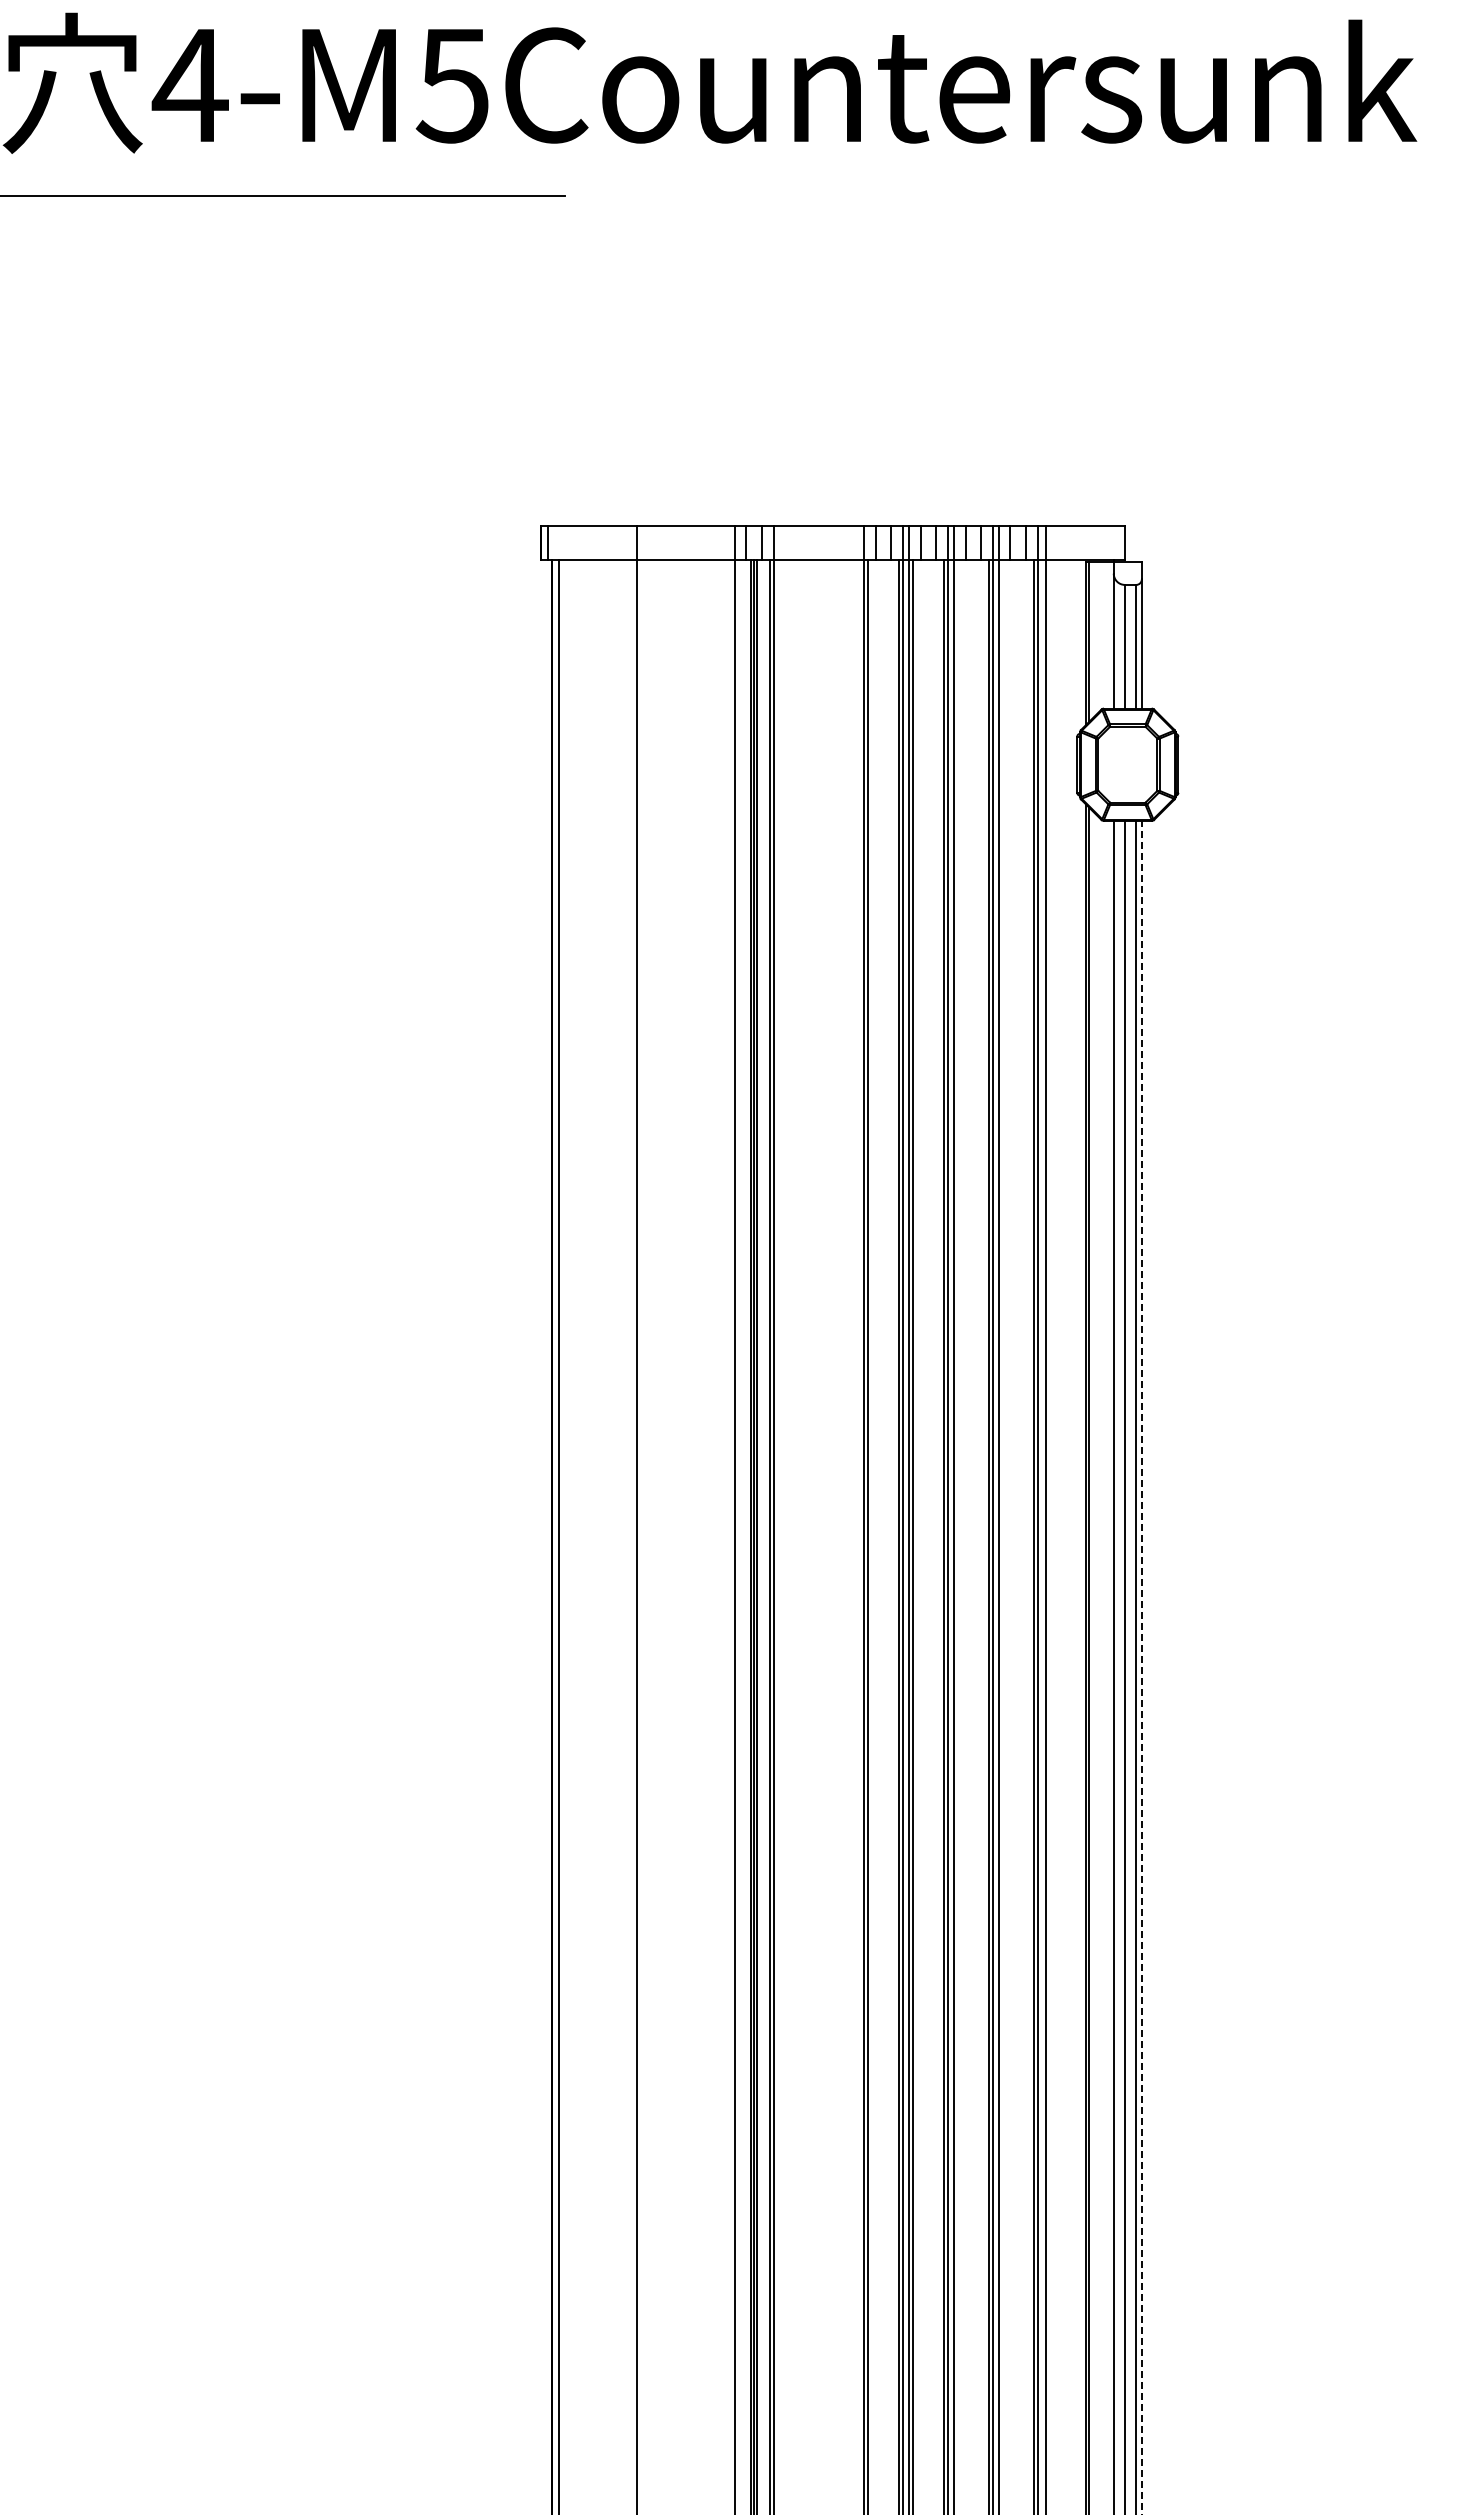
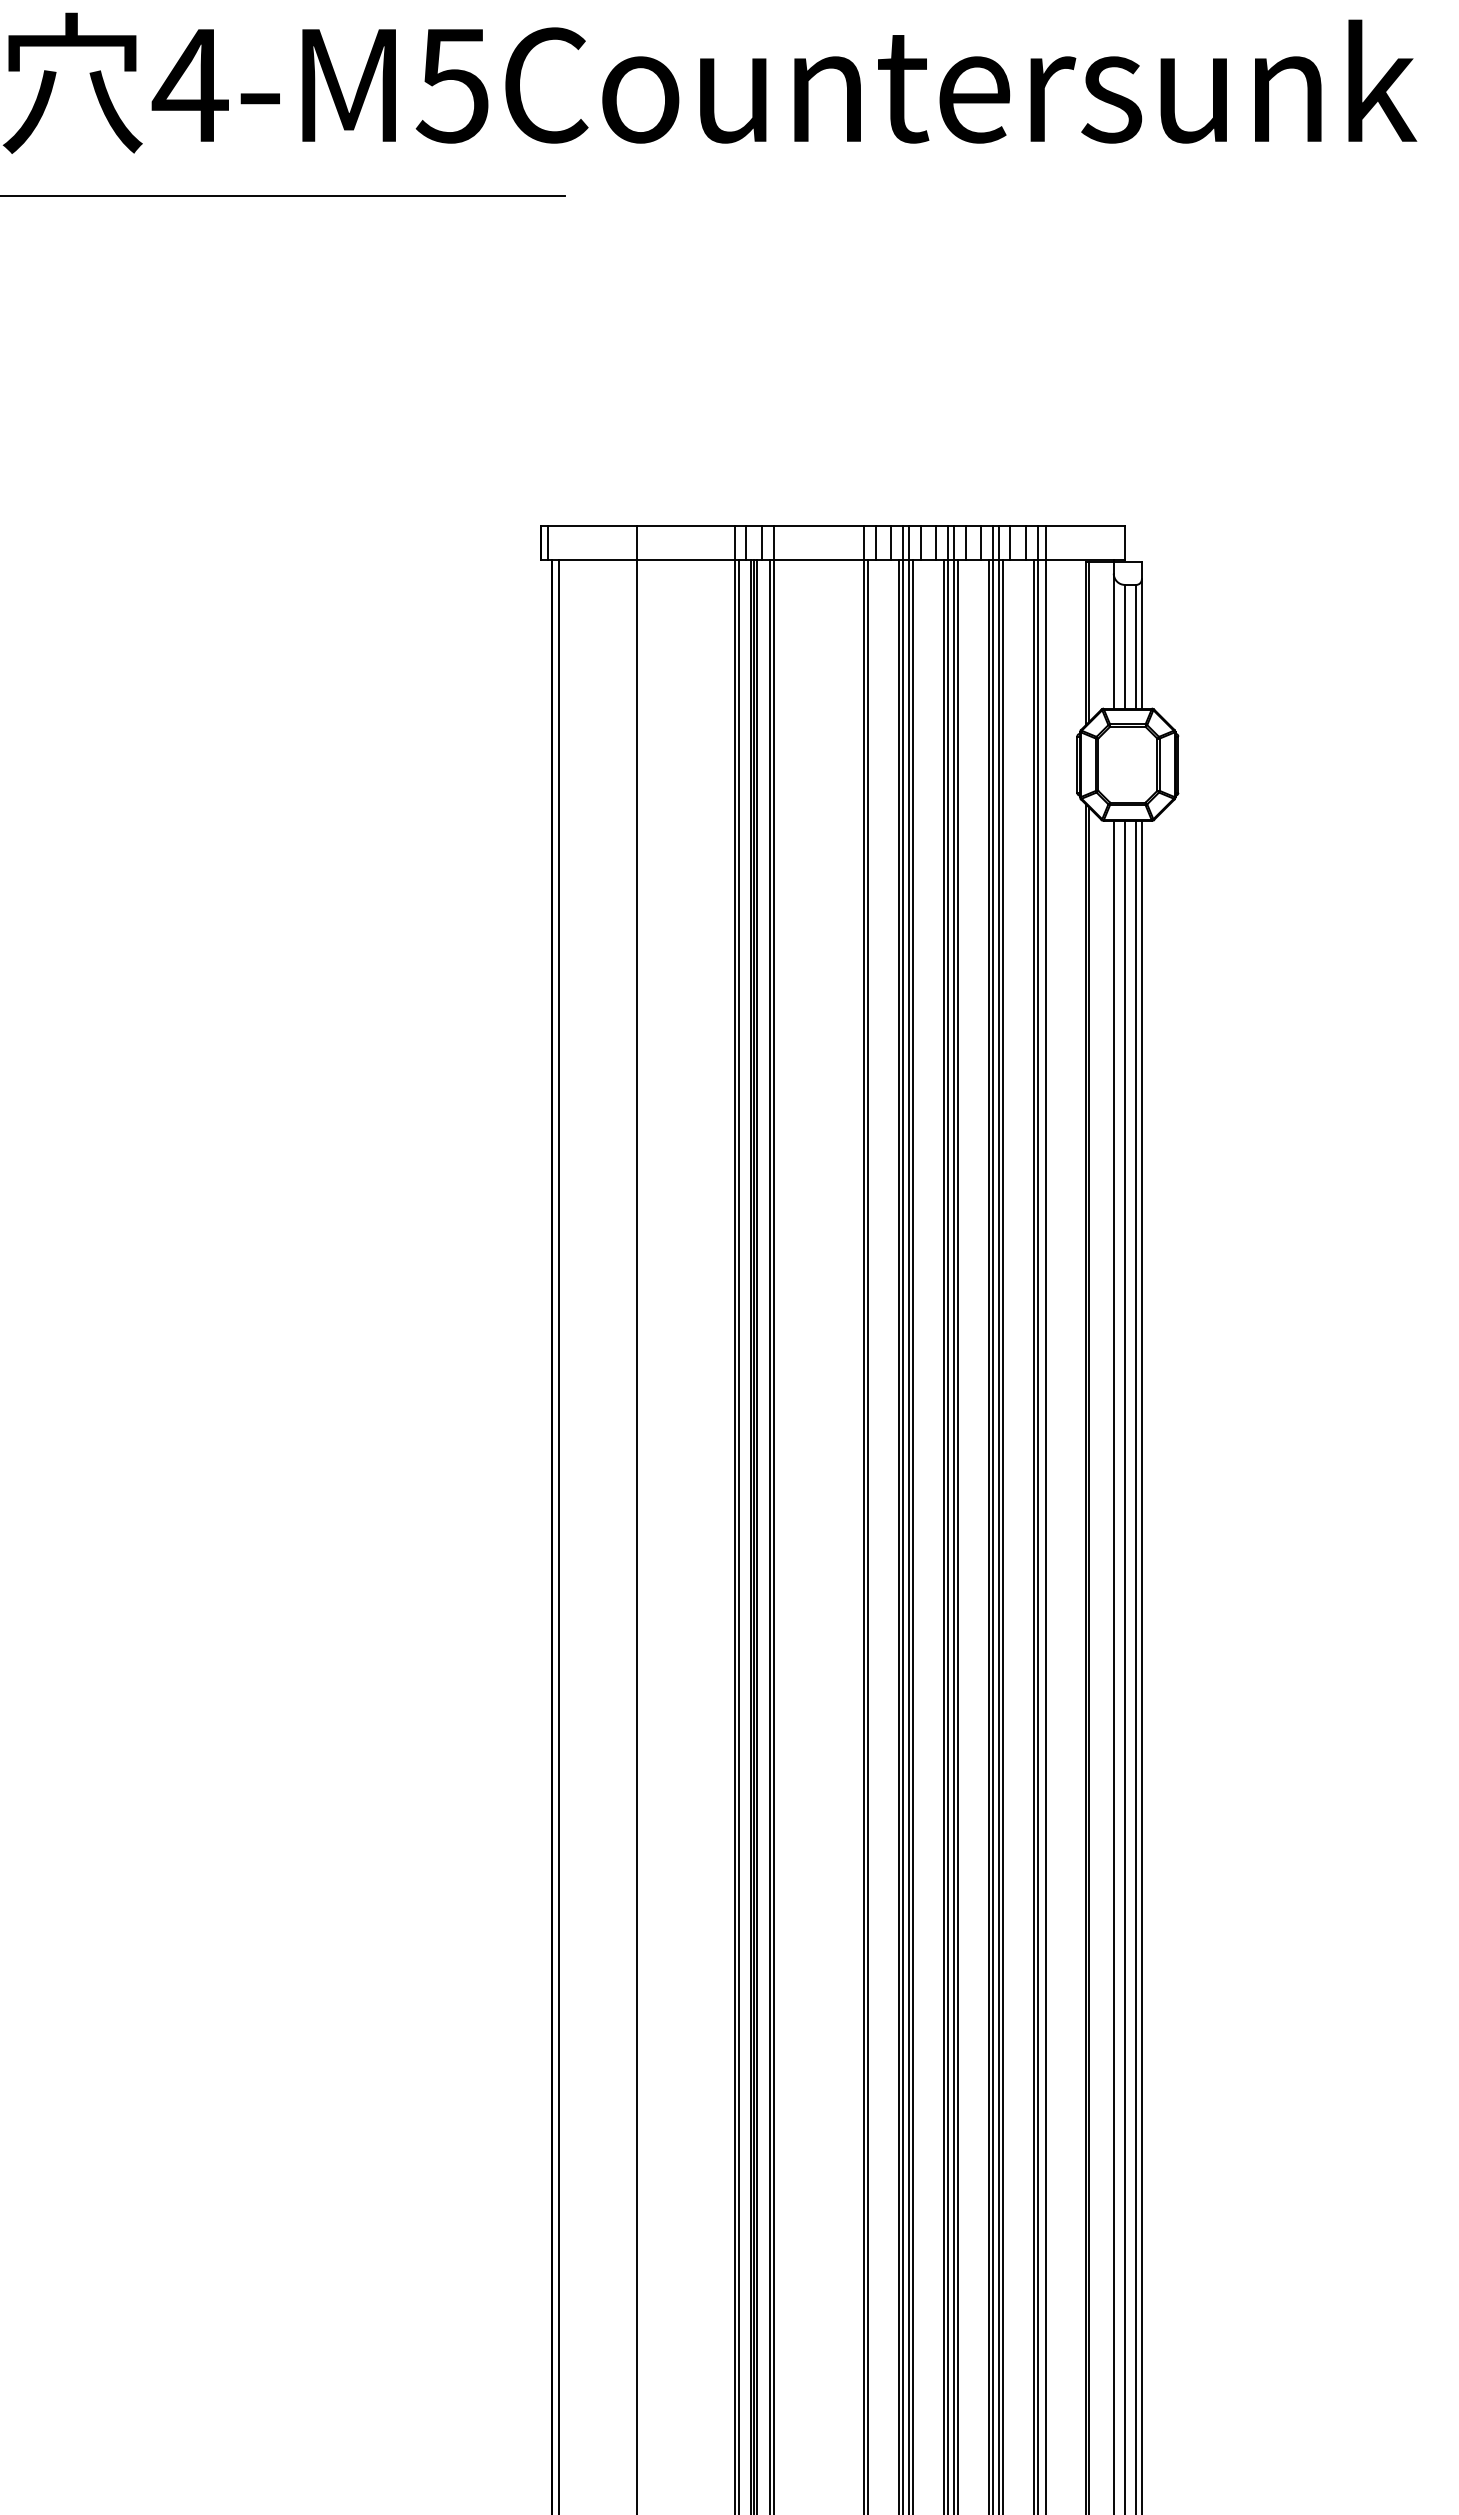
line at (738, 1535): none -> present
line at (957, 1535): none -> present
line at (1002, 1535): none -> present
line at (1141, 1667): dashed -> solid
